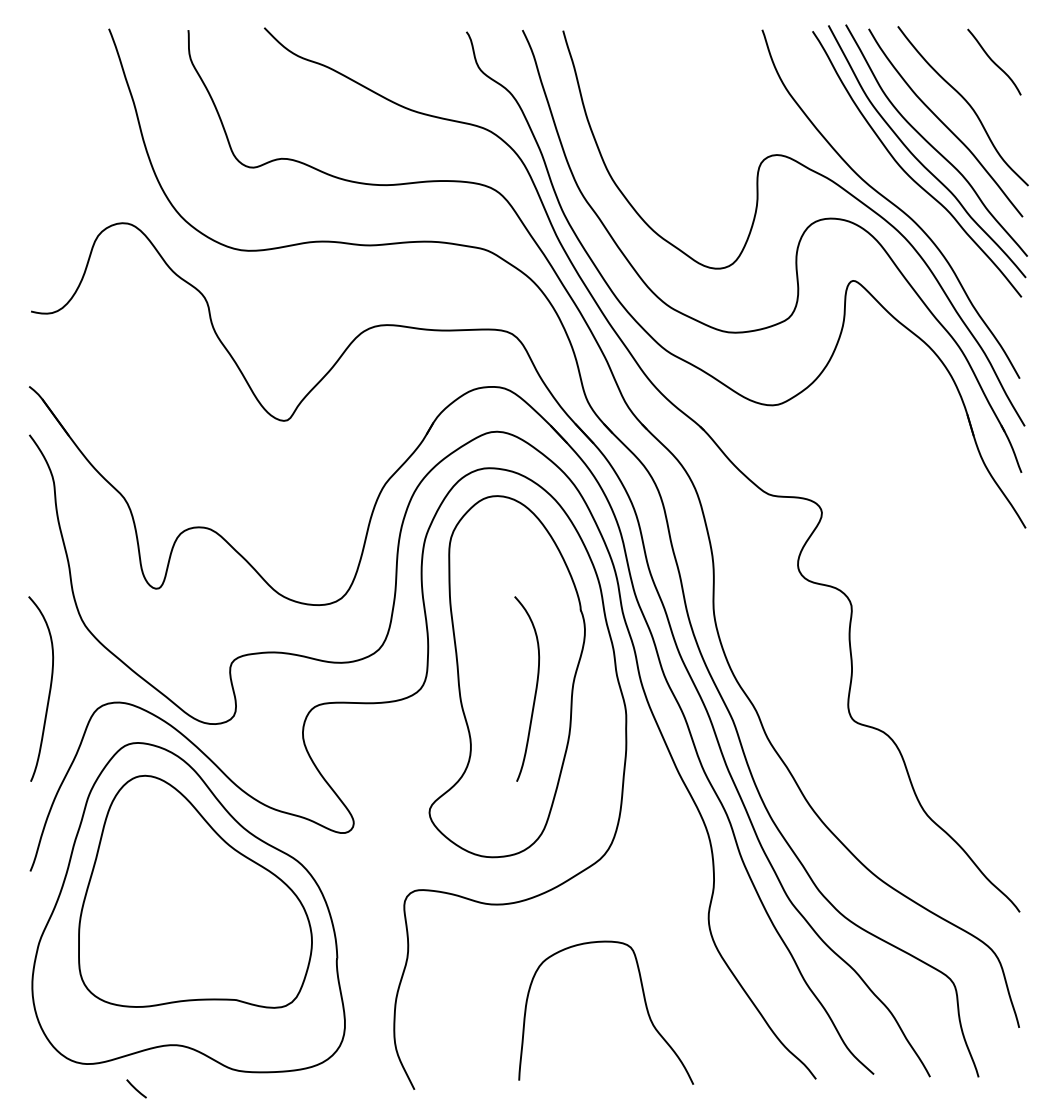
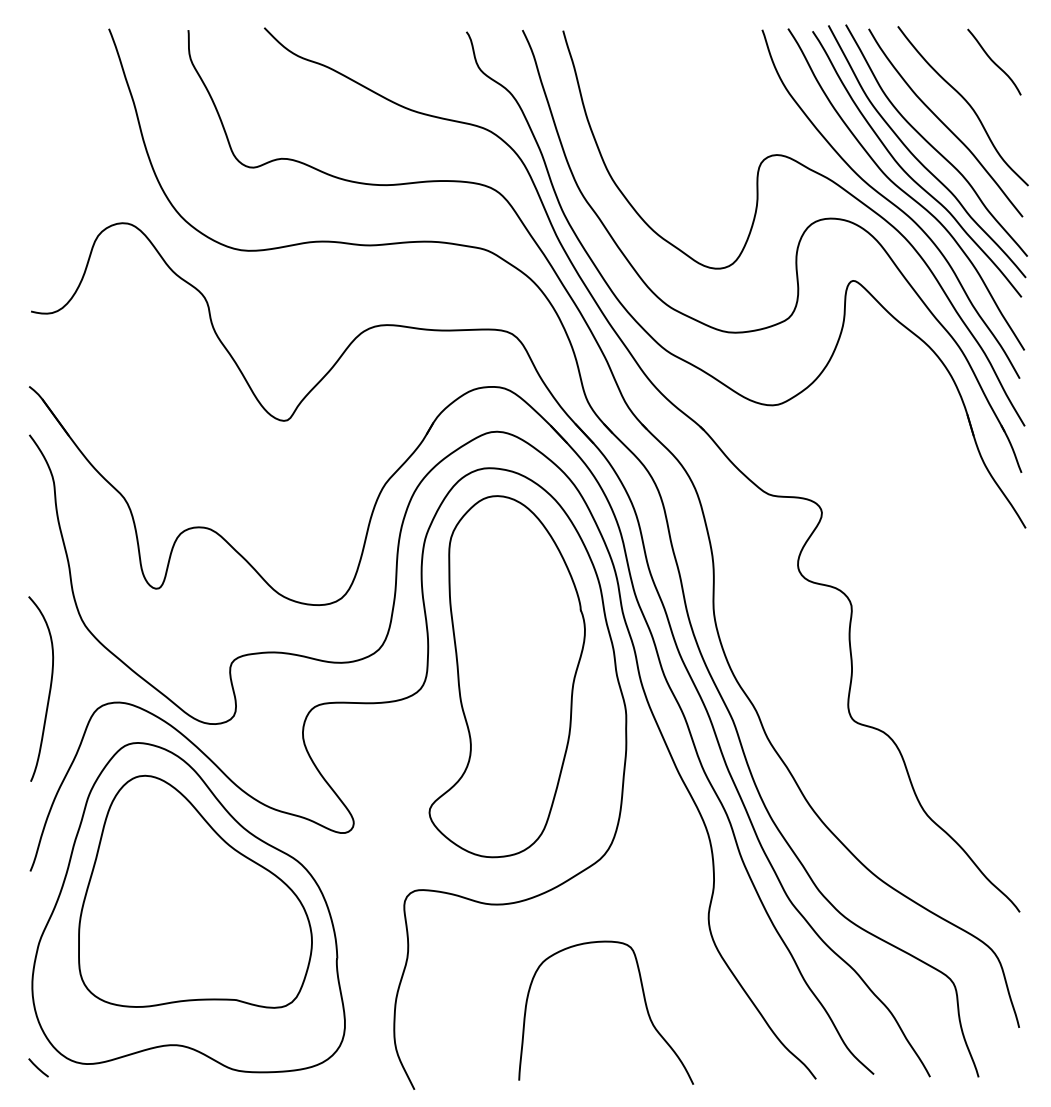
curve at (905, 191): none -> present
curve at (535, 688): present -> none
line at (136, 1088) position: (136, 1088) -> (38, 1067)
